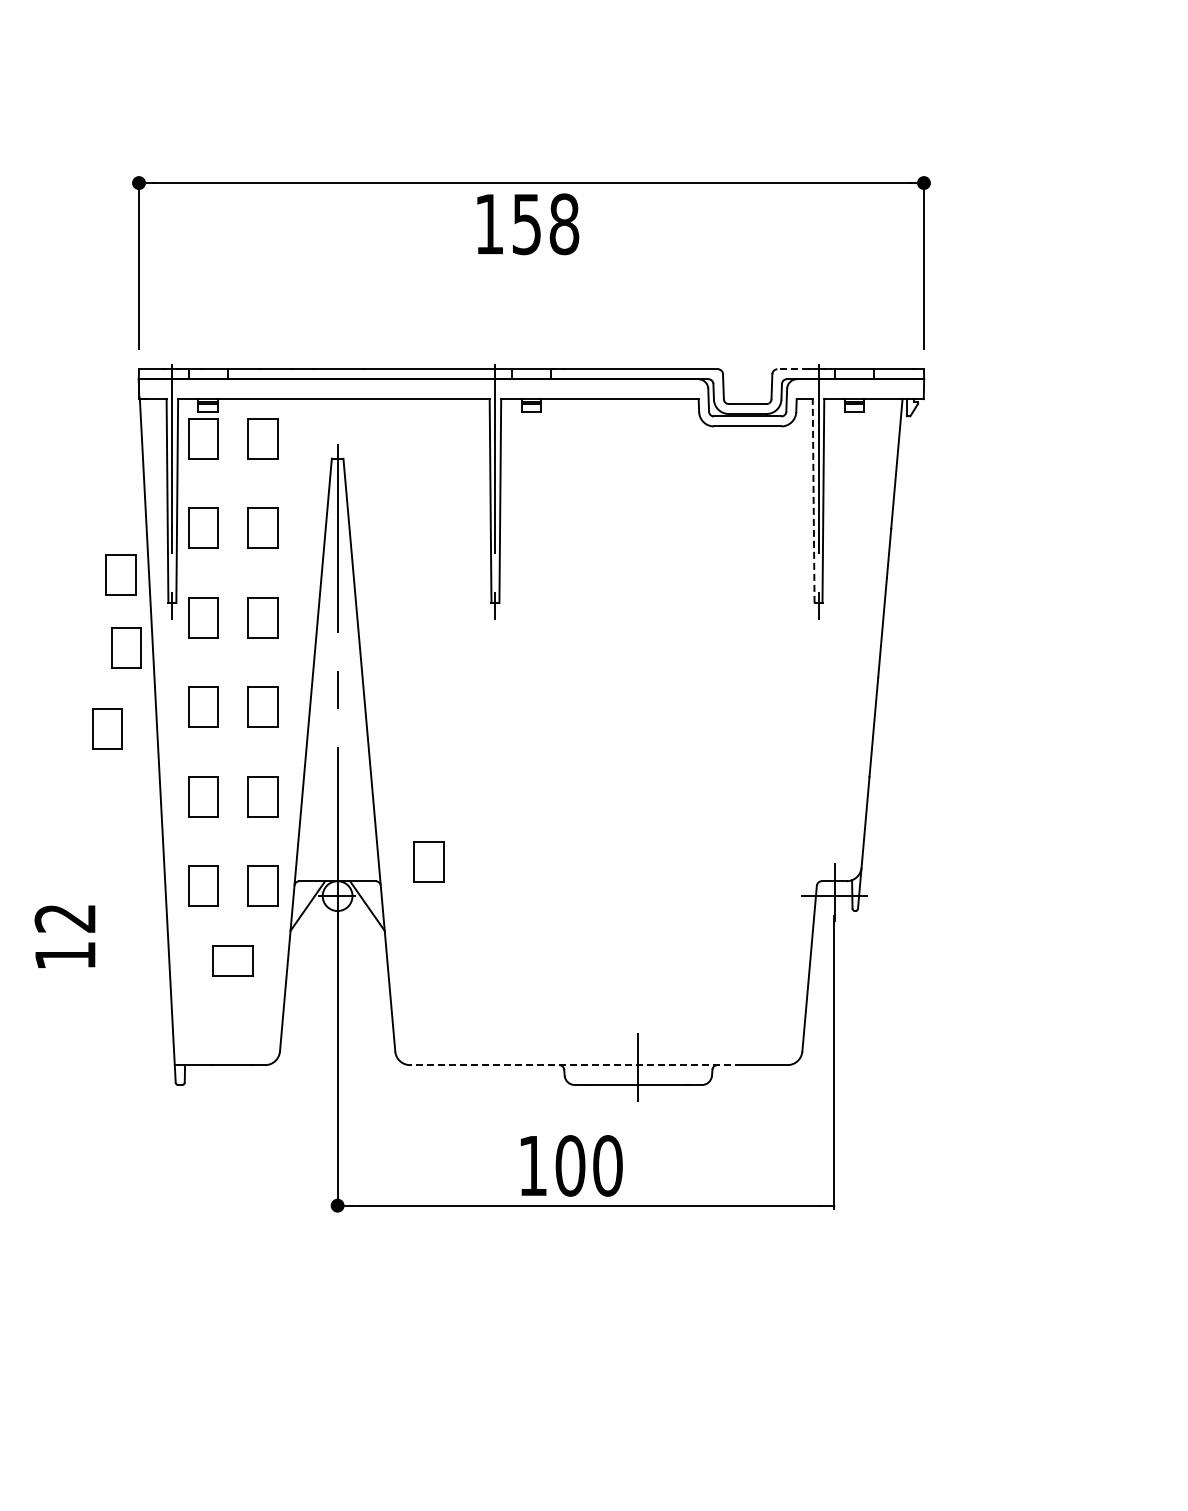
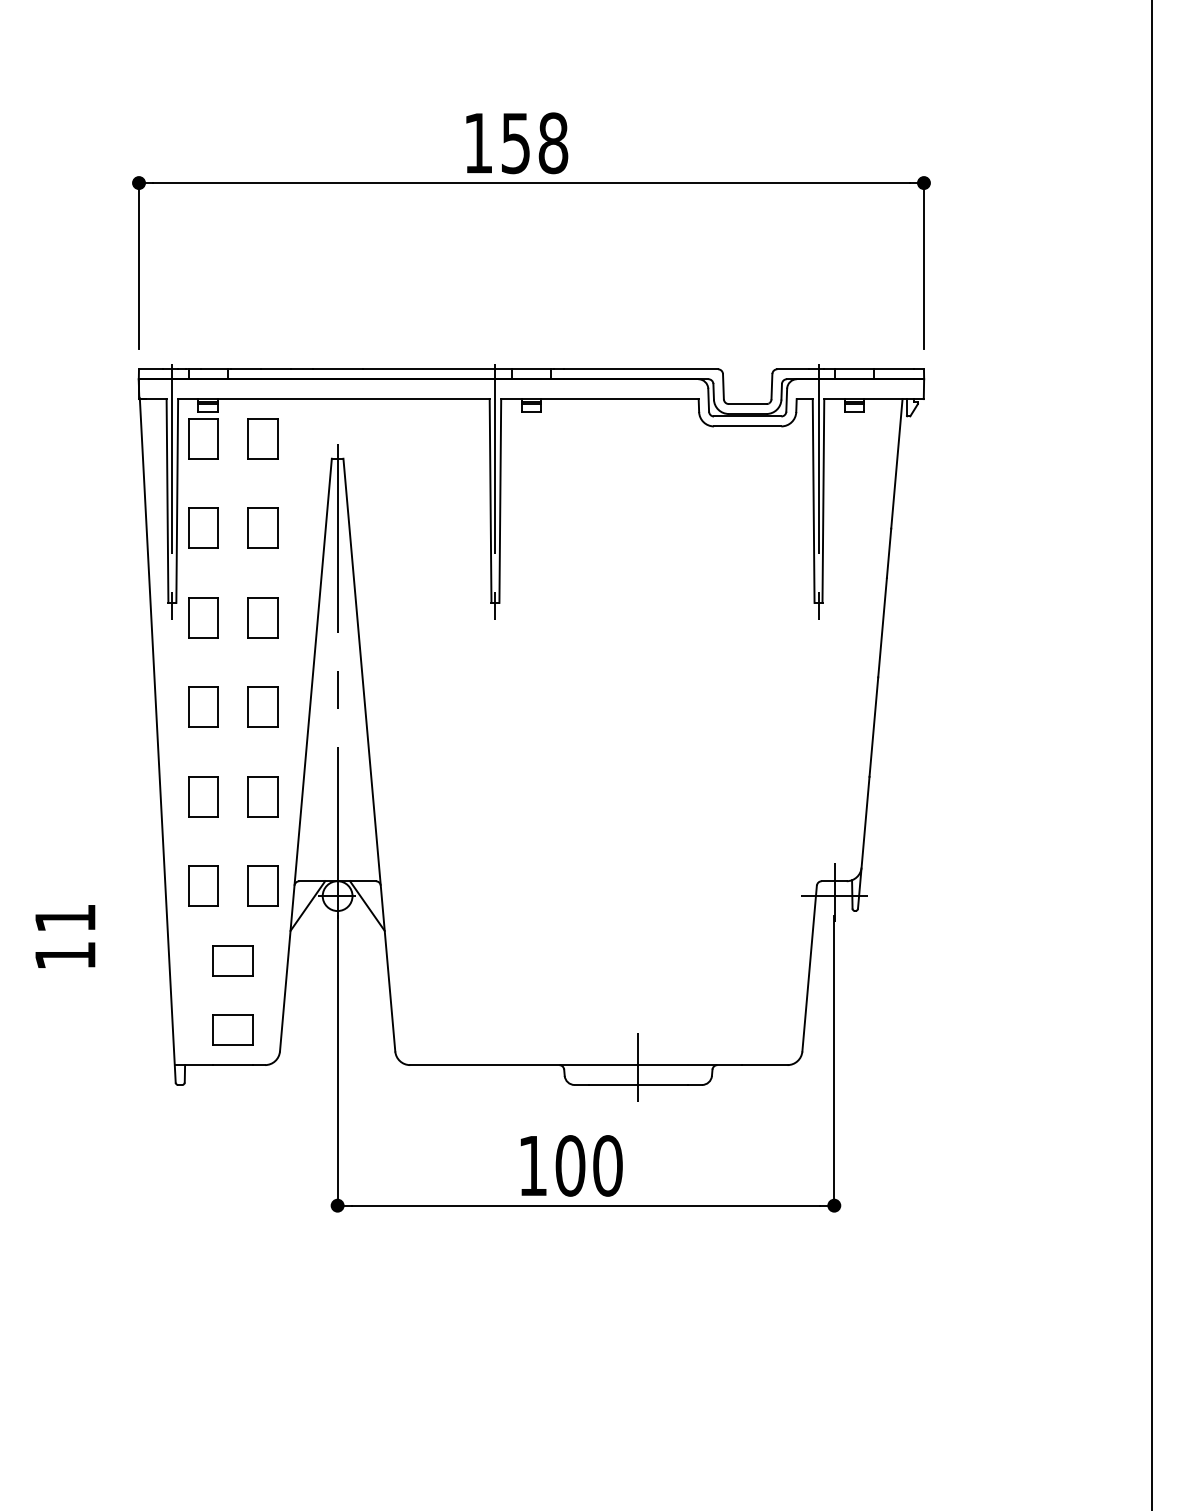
text at (528, 224) position: (528, 224) -> (517, 143)
line at (792, 369): dashed -> solid
line at (813, 501): dashed -> solid
part at (120, 574): present -> none
part at (126, 647): present -> none
part at (107, 728): present -> none
line at (1152, 754): none -> present
part at (428, 861): present -> none
text at (64, 918): 12 -> 11
part at (232, 1029): none -> present
line at (575, 1065): dashed -> solid
fill at (834, 1205): none -> present
